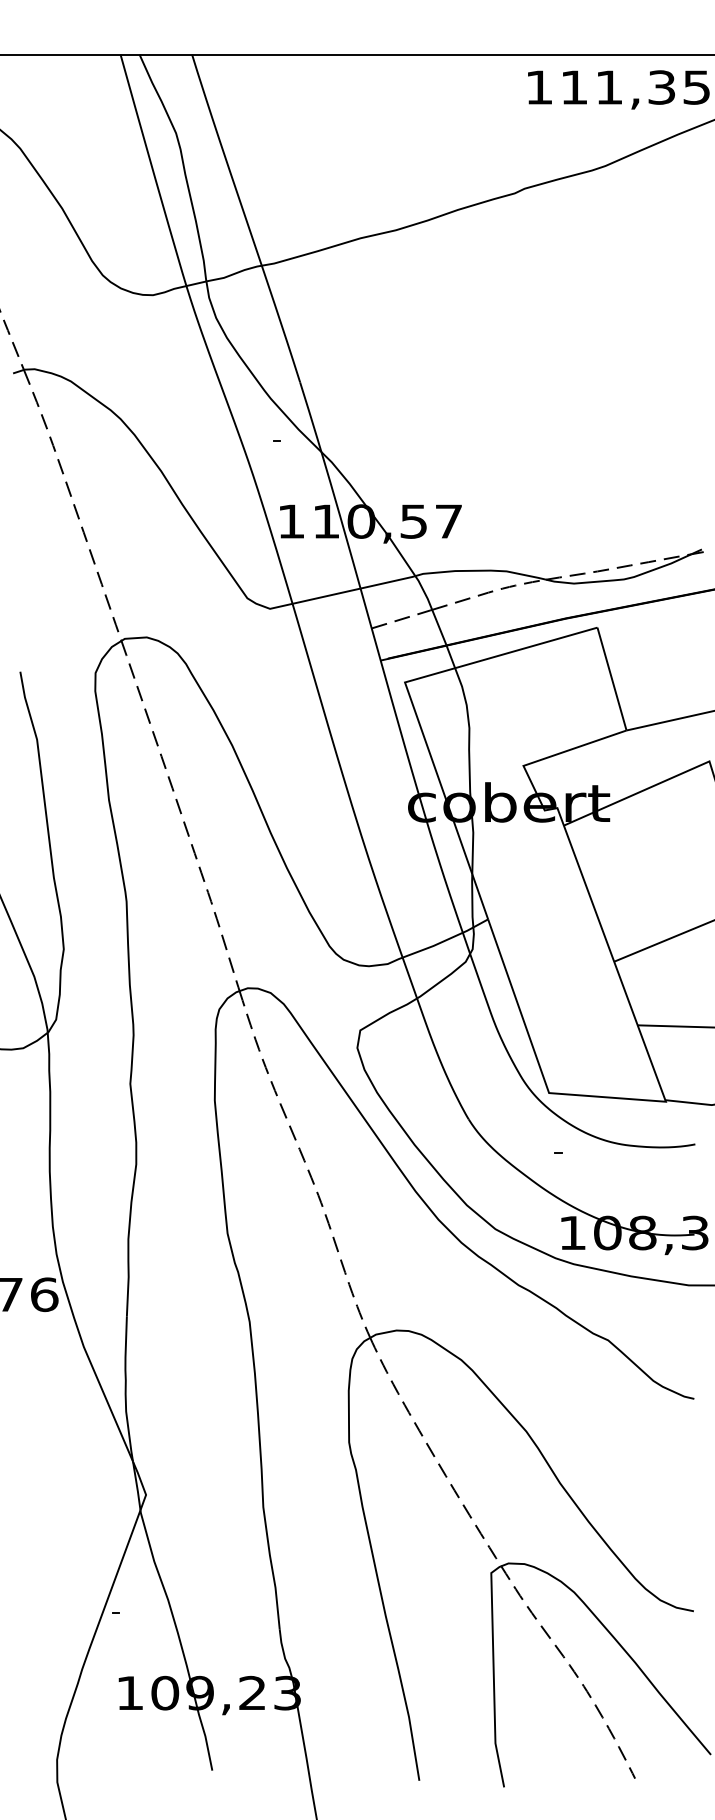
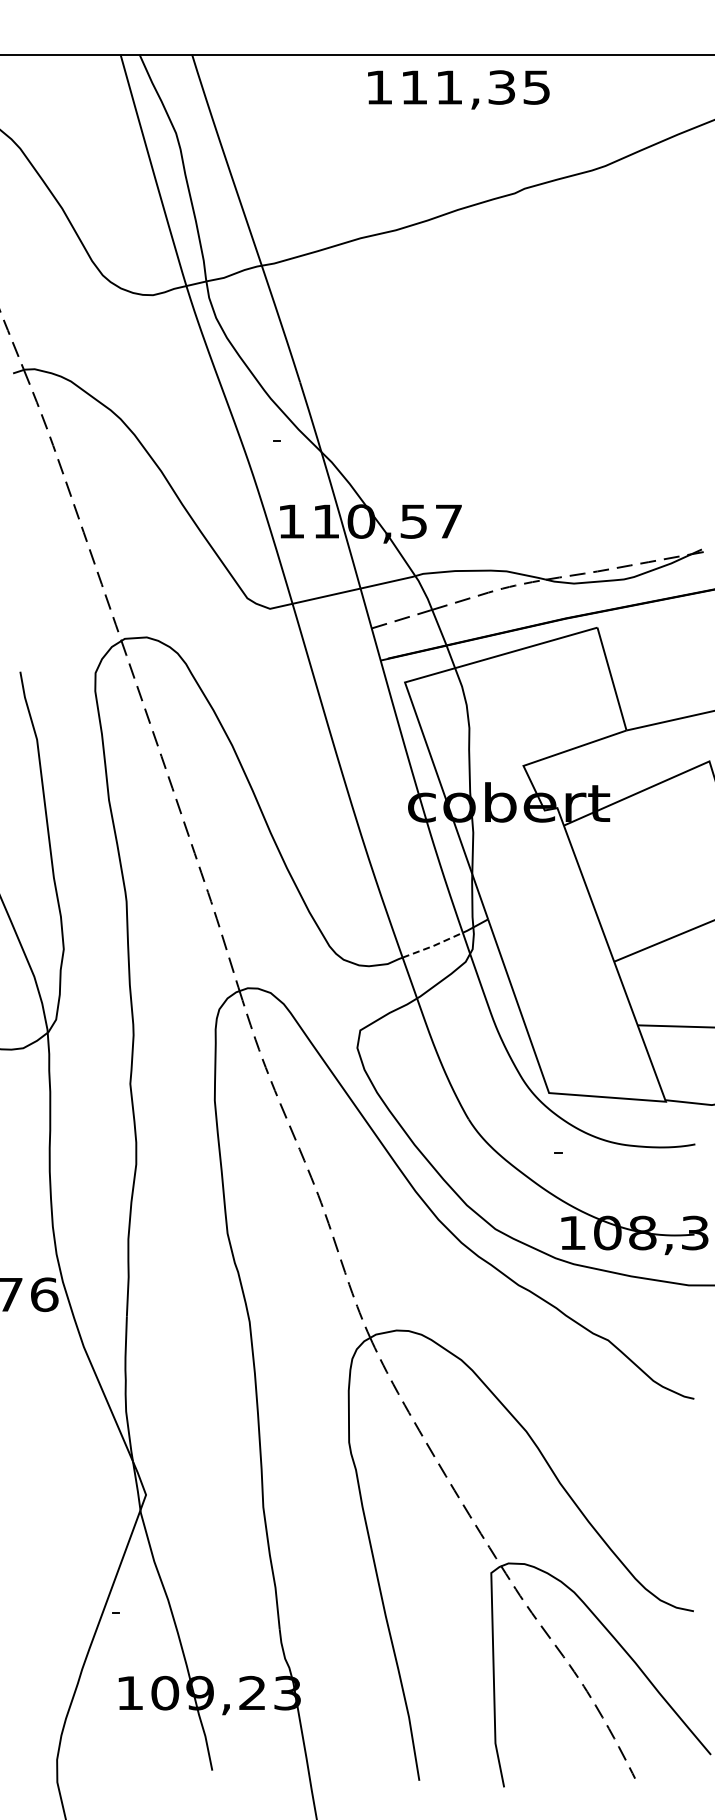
text at (618, 89) position: (618, 89) -> (458, 89)
line at (433, 945): solid -> dashed
